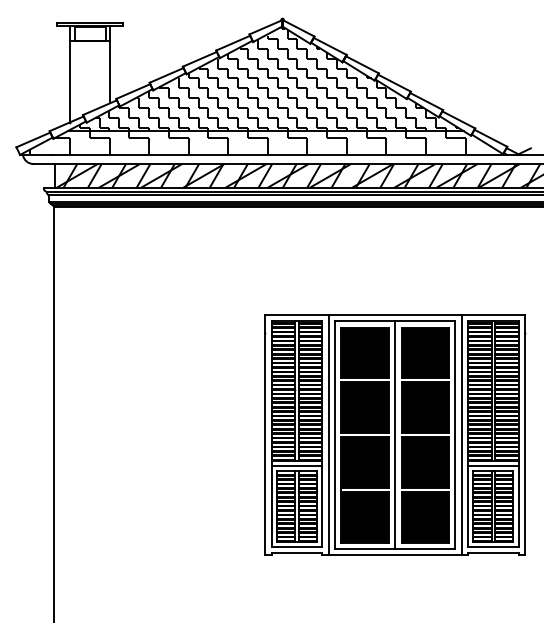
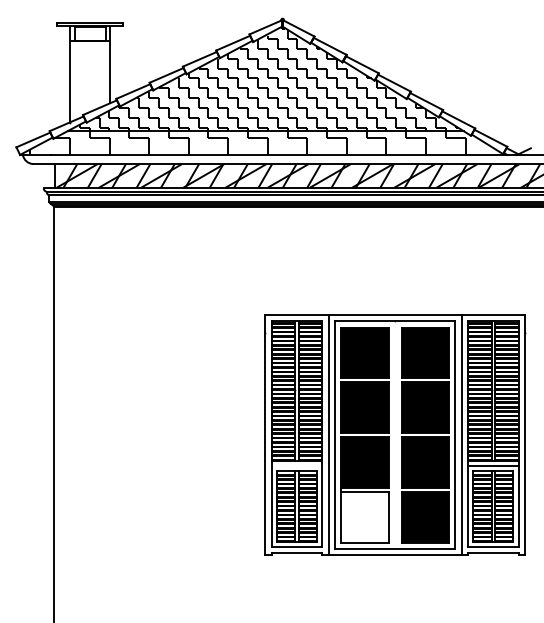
line at (395, 435): present -> none
line at (296, 465): present -> none
fill at (364, 517): present -> none
